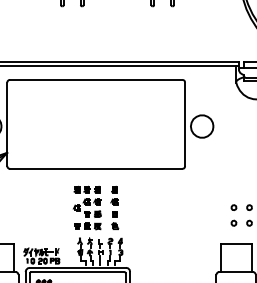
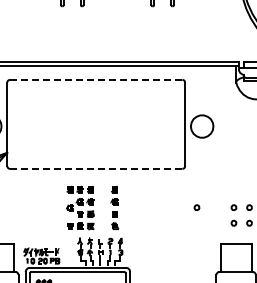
line at (96, 79): solid -> dashed
line at (96, 168): solid -> dashed
part at (86, 207) position: (86, 207) -> (79, 207)
part at (196, 207): none -> present
